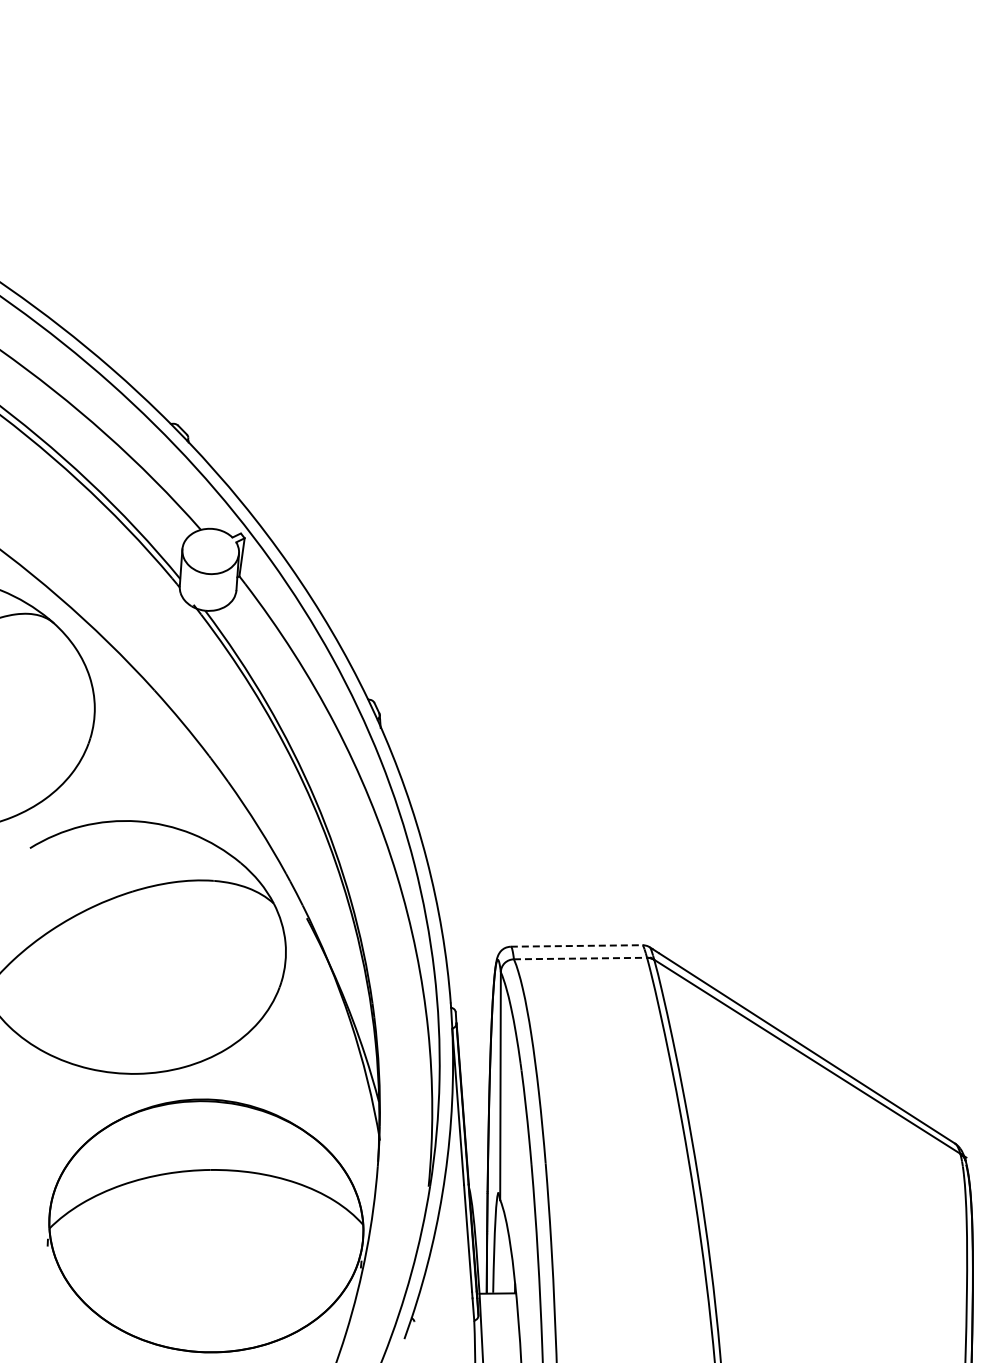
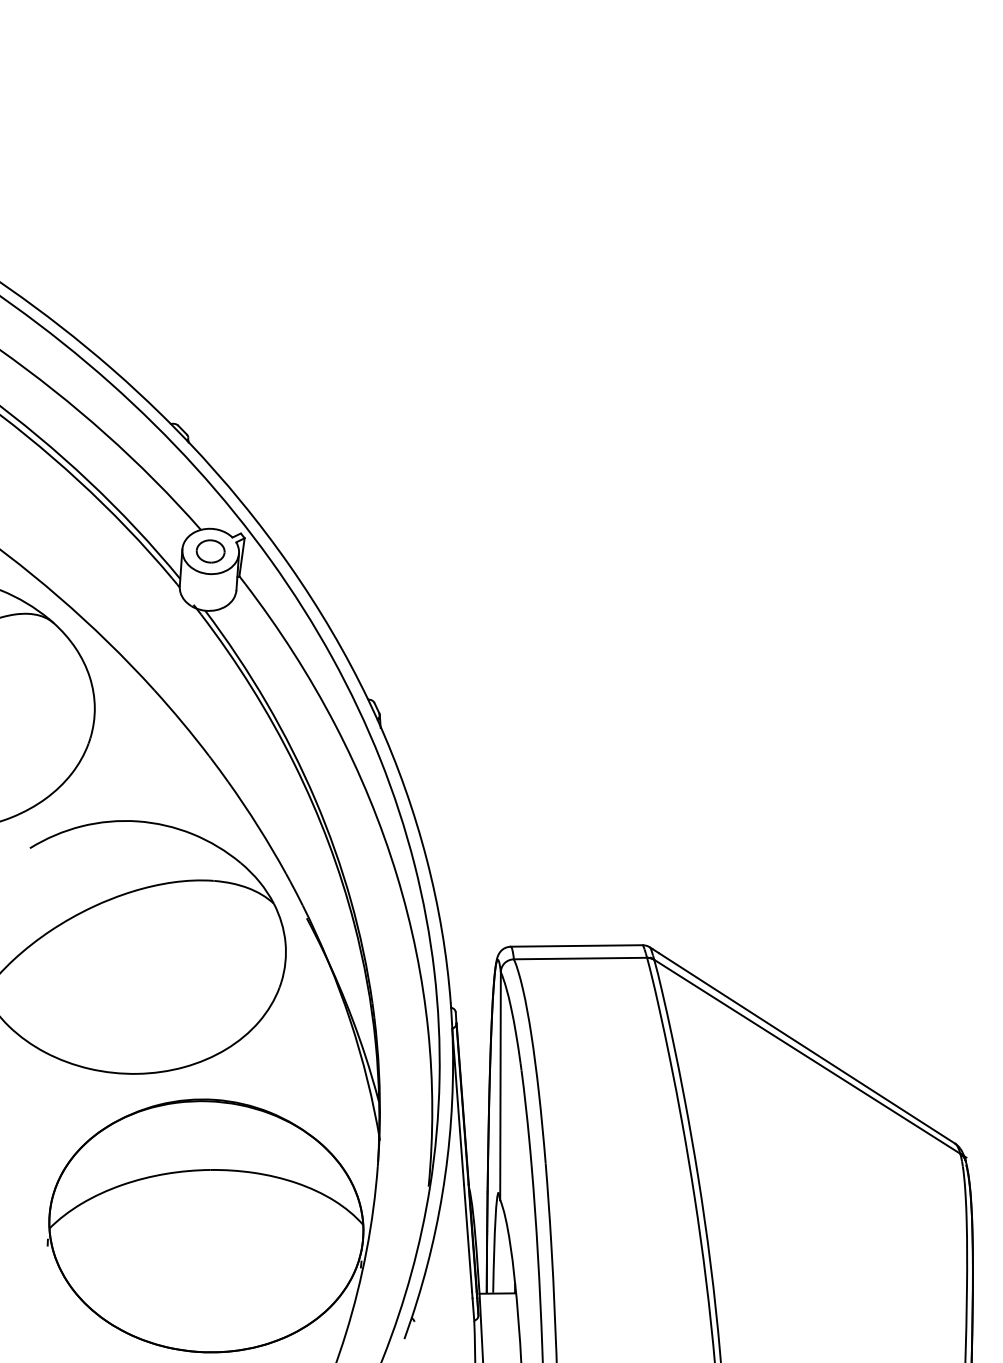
part at (210, 551): none -> present
line at (576, 945): dashed -> solid
line at (580, 958): dashed -> solid
